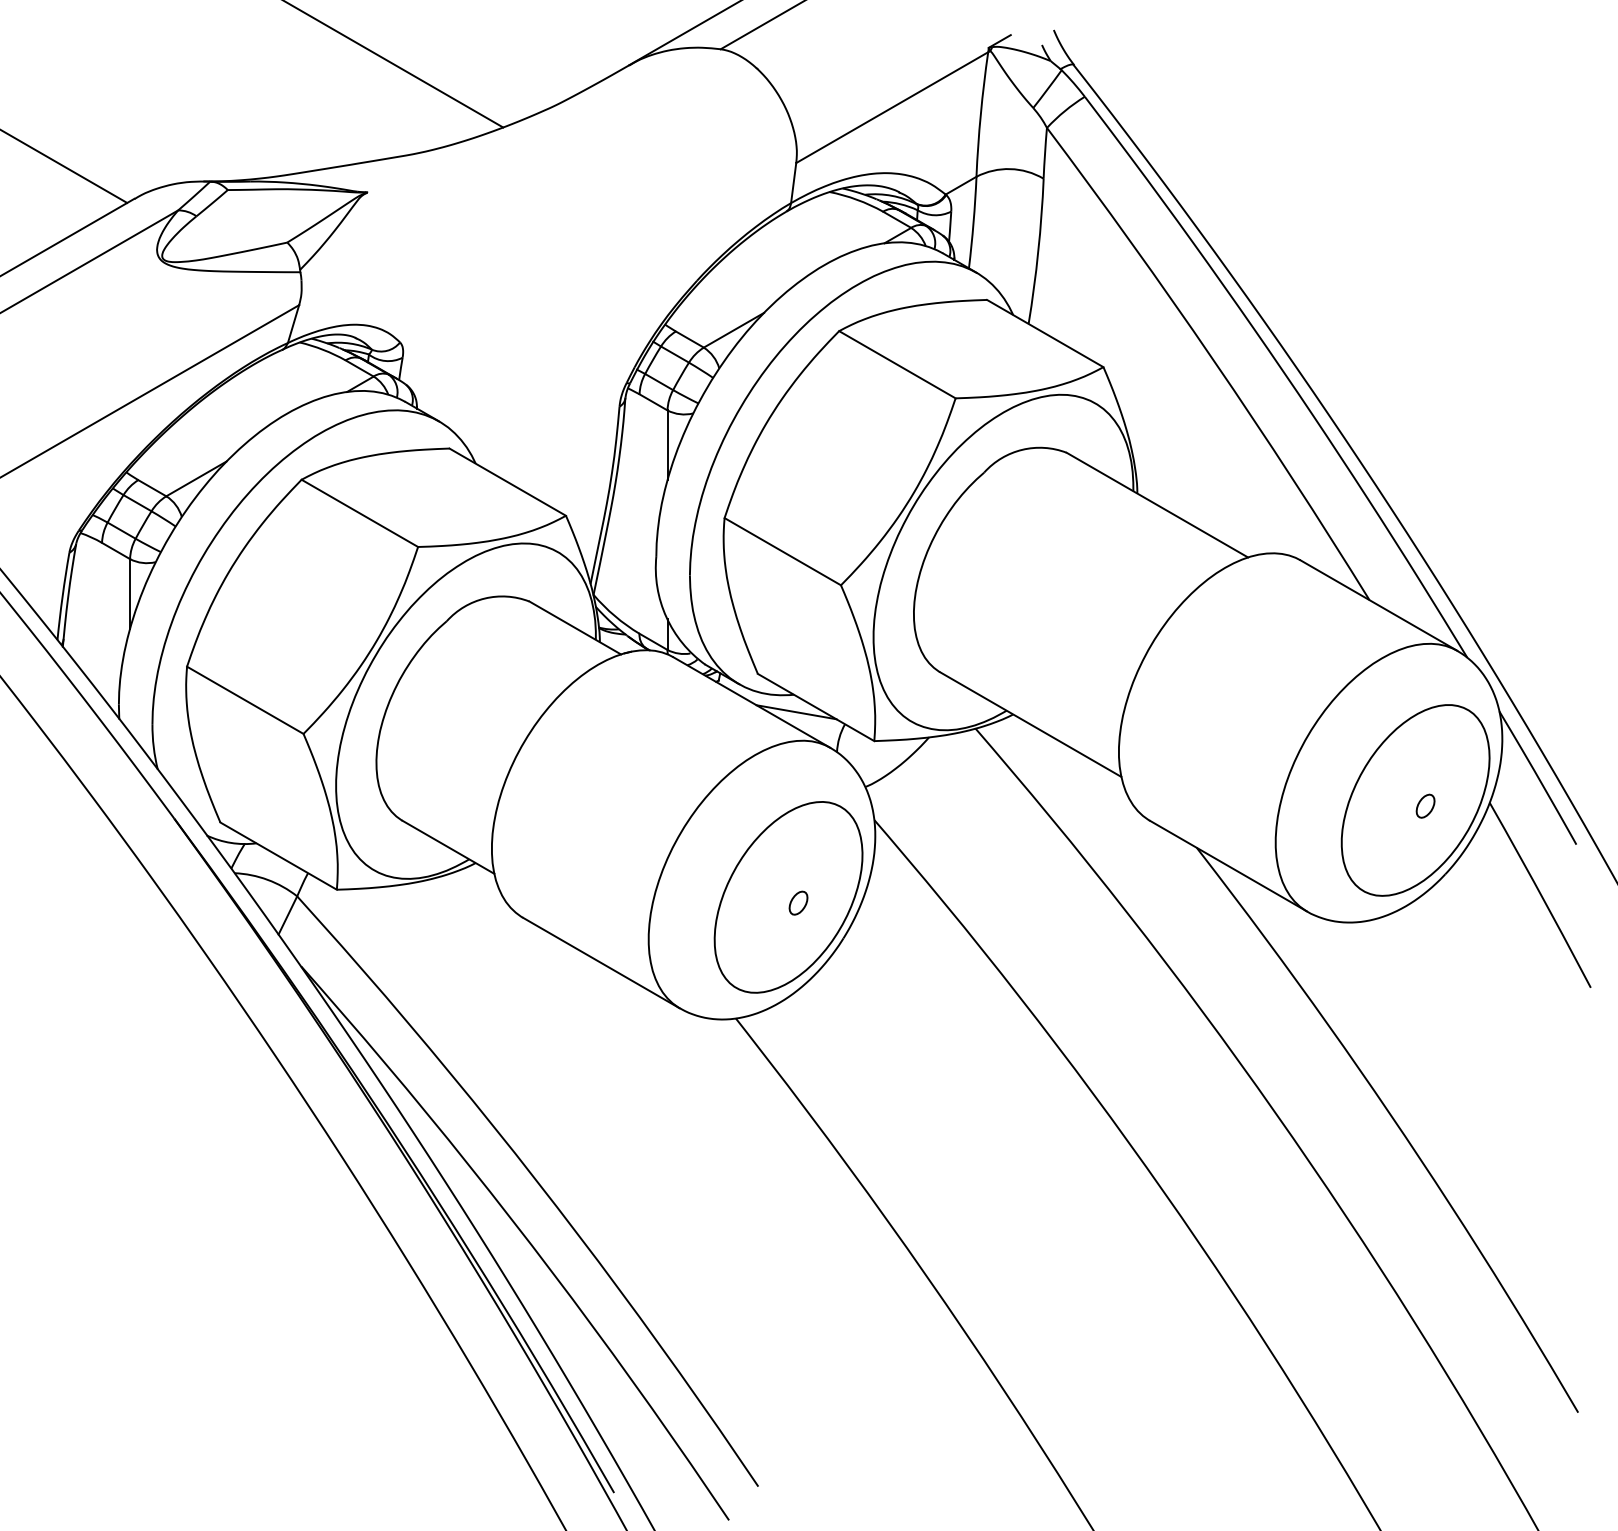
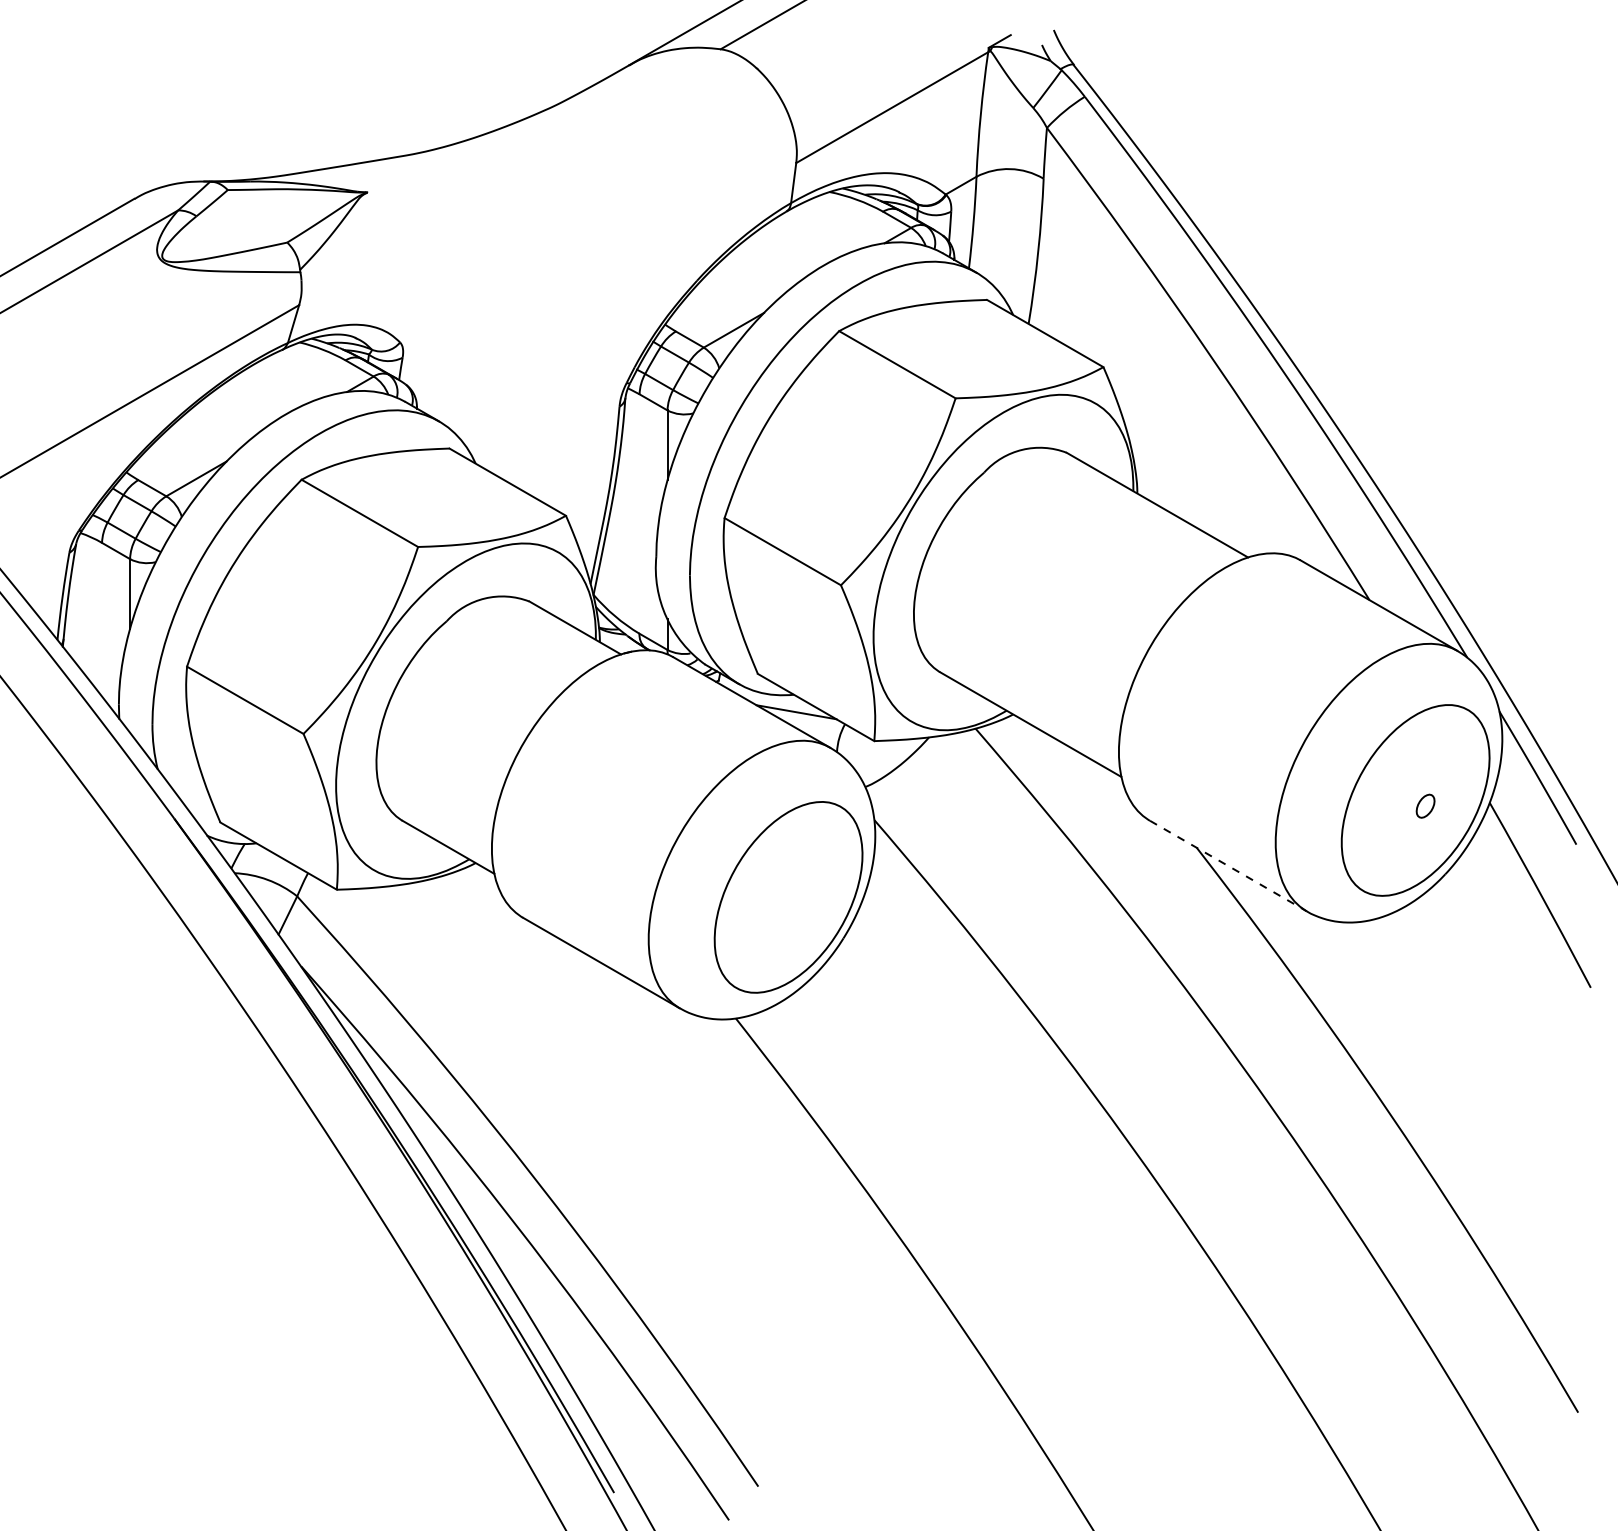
line at (394, 64): present -> none
line at (64, 166): present -> none
line at (1228, 866): solid -> dashed
part at (798, 902): present -> none
